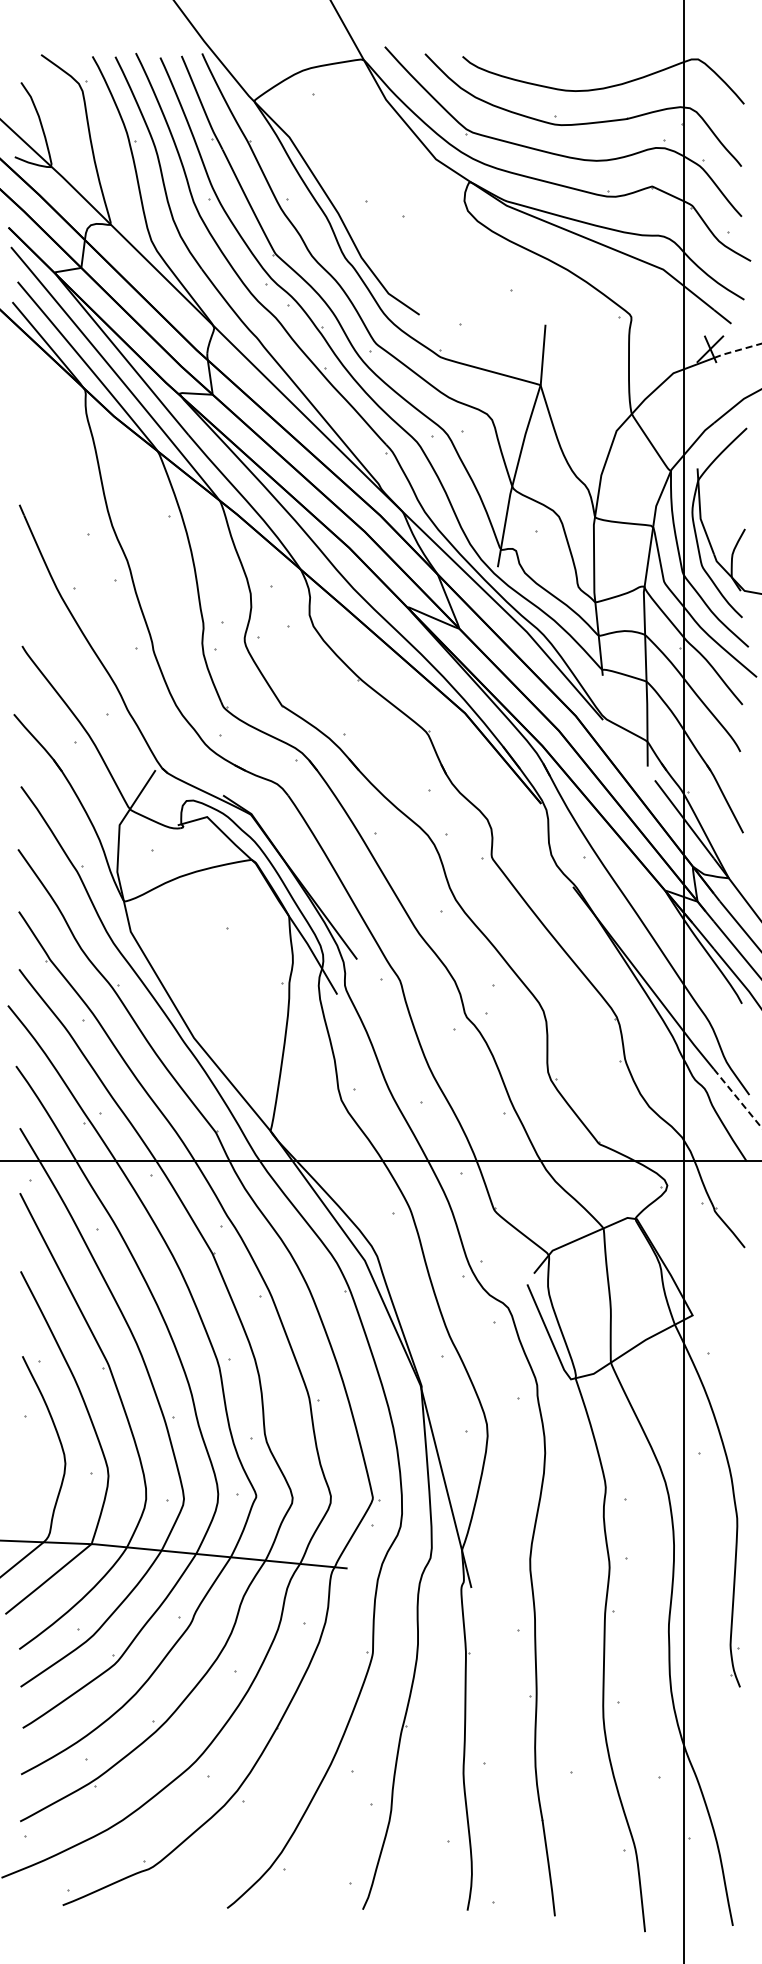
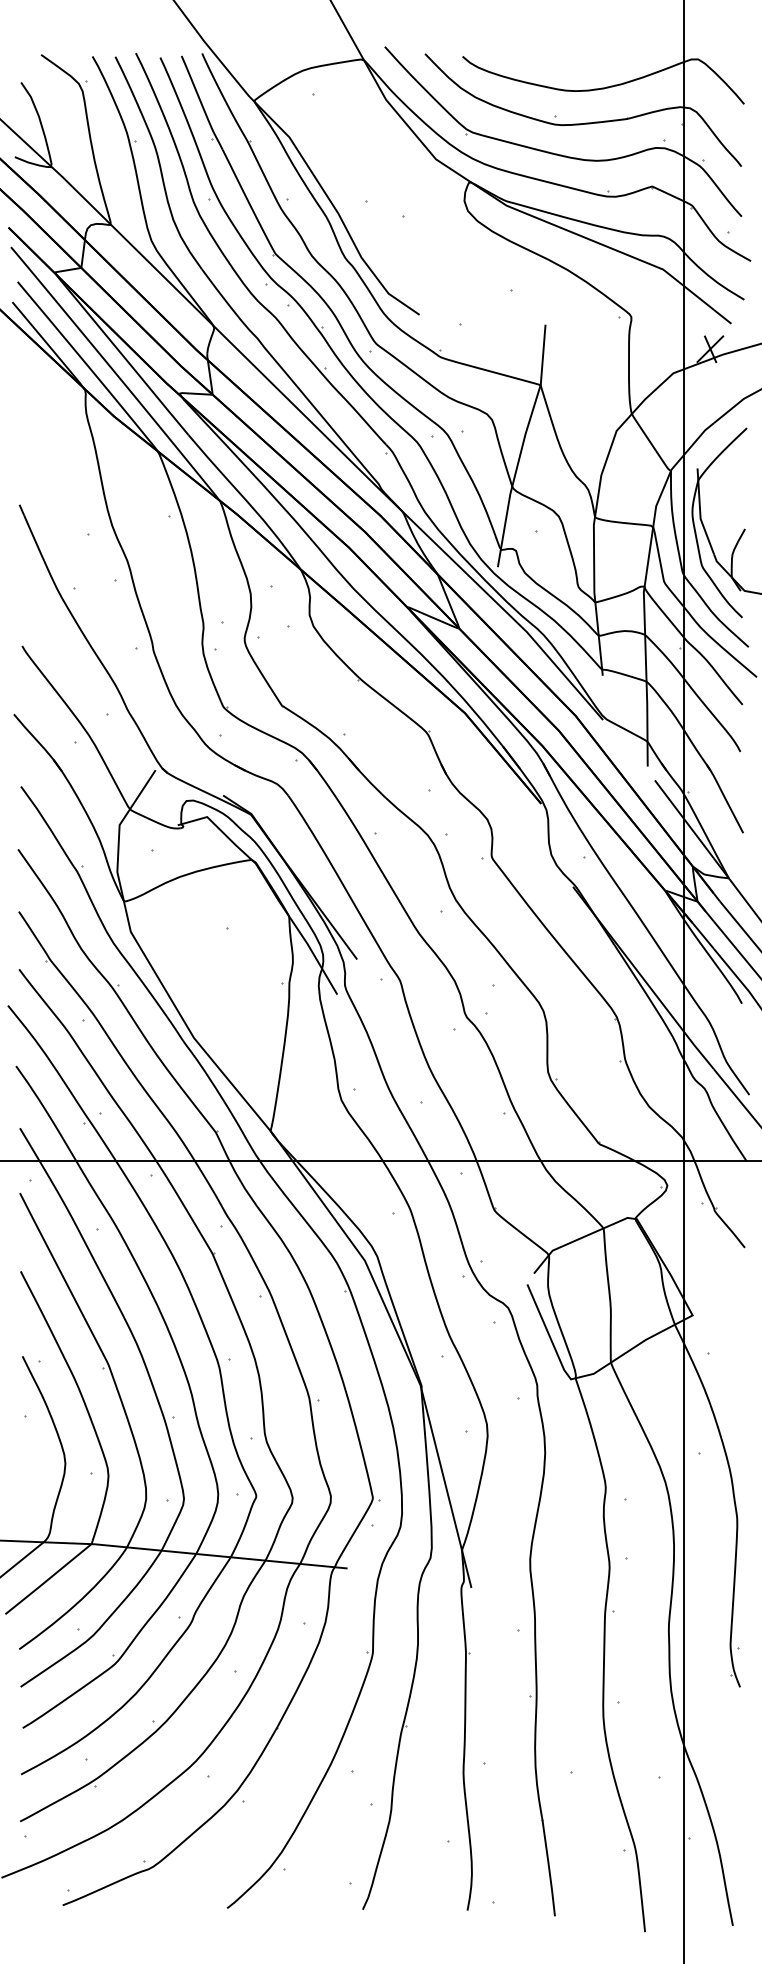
line at (737, 350): dashed -> solid
line at (737, 1098): dashed -> solid
